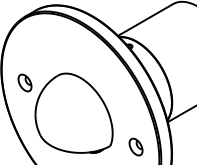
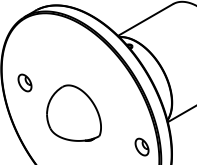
part at (73, 112) size: 80x82 px -> 56x58 px
part at (135, 146) position: (135, 146) -> (141, 146)
